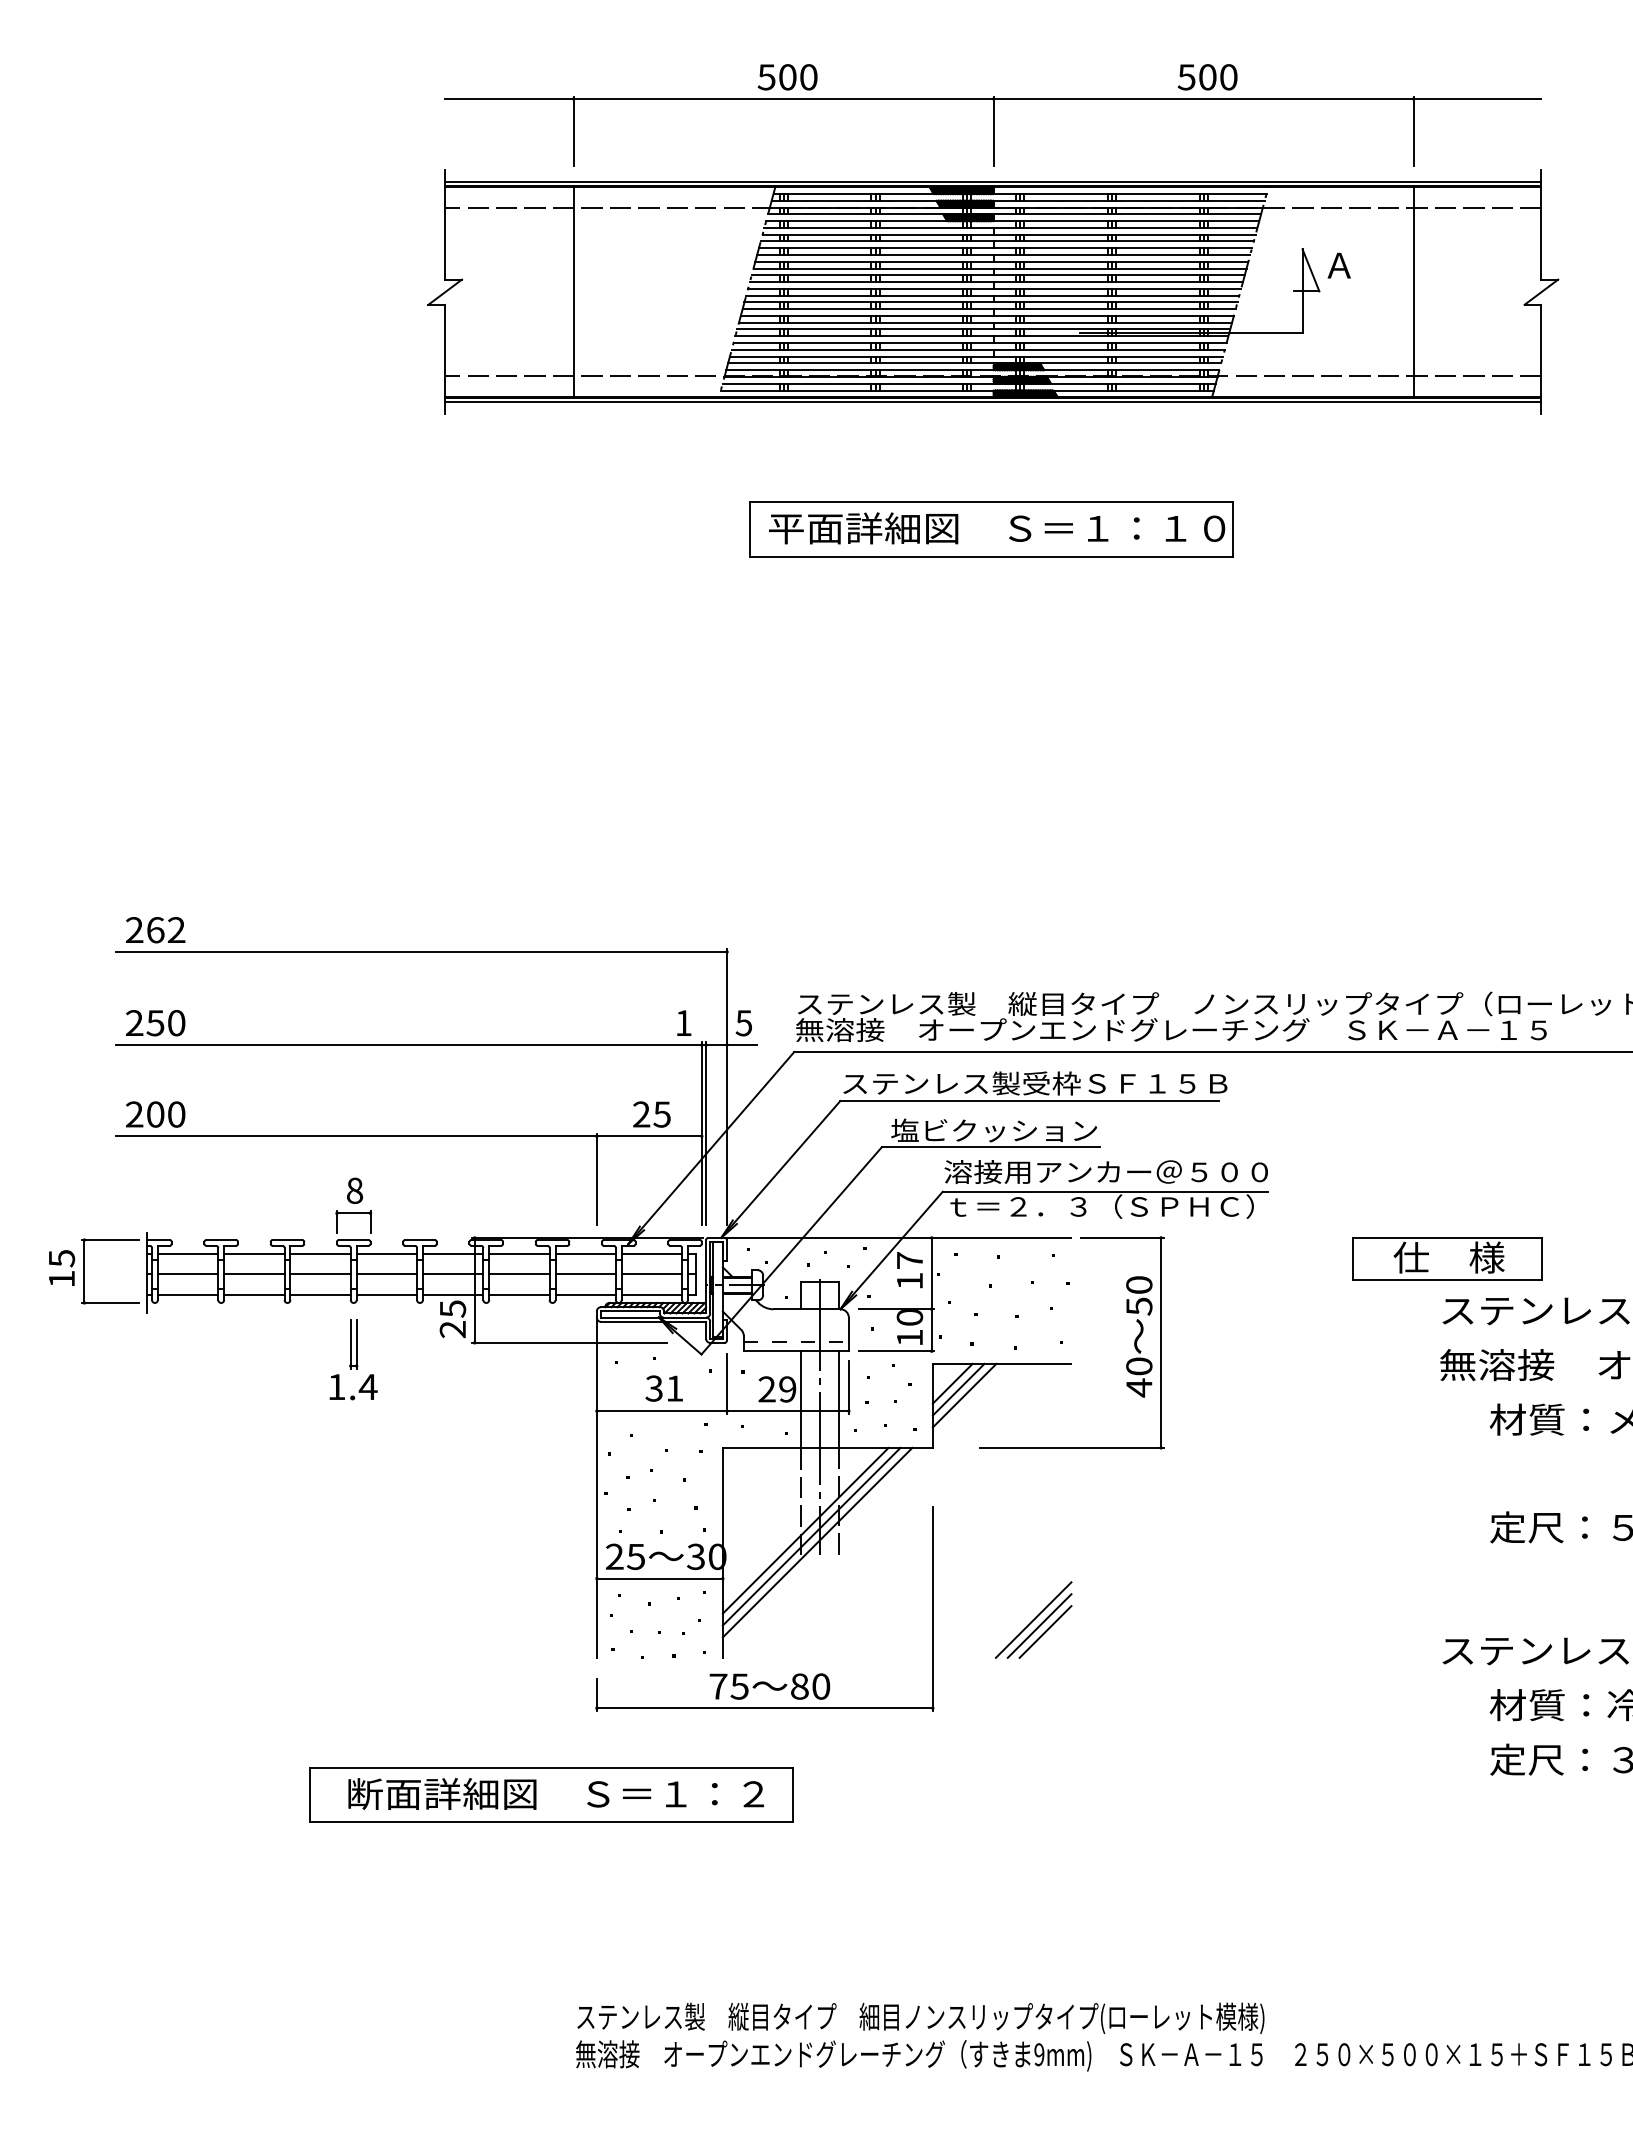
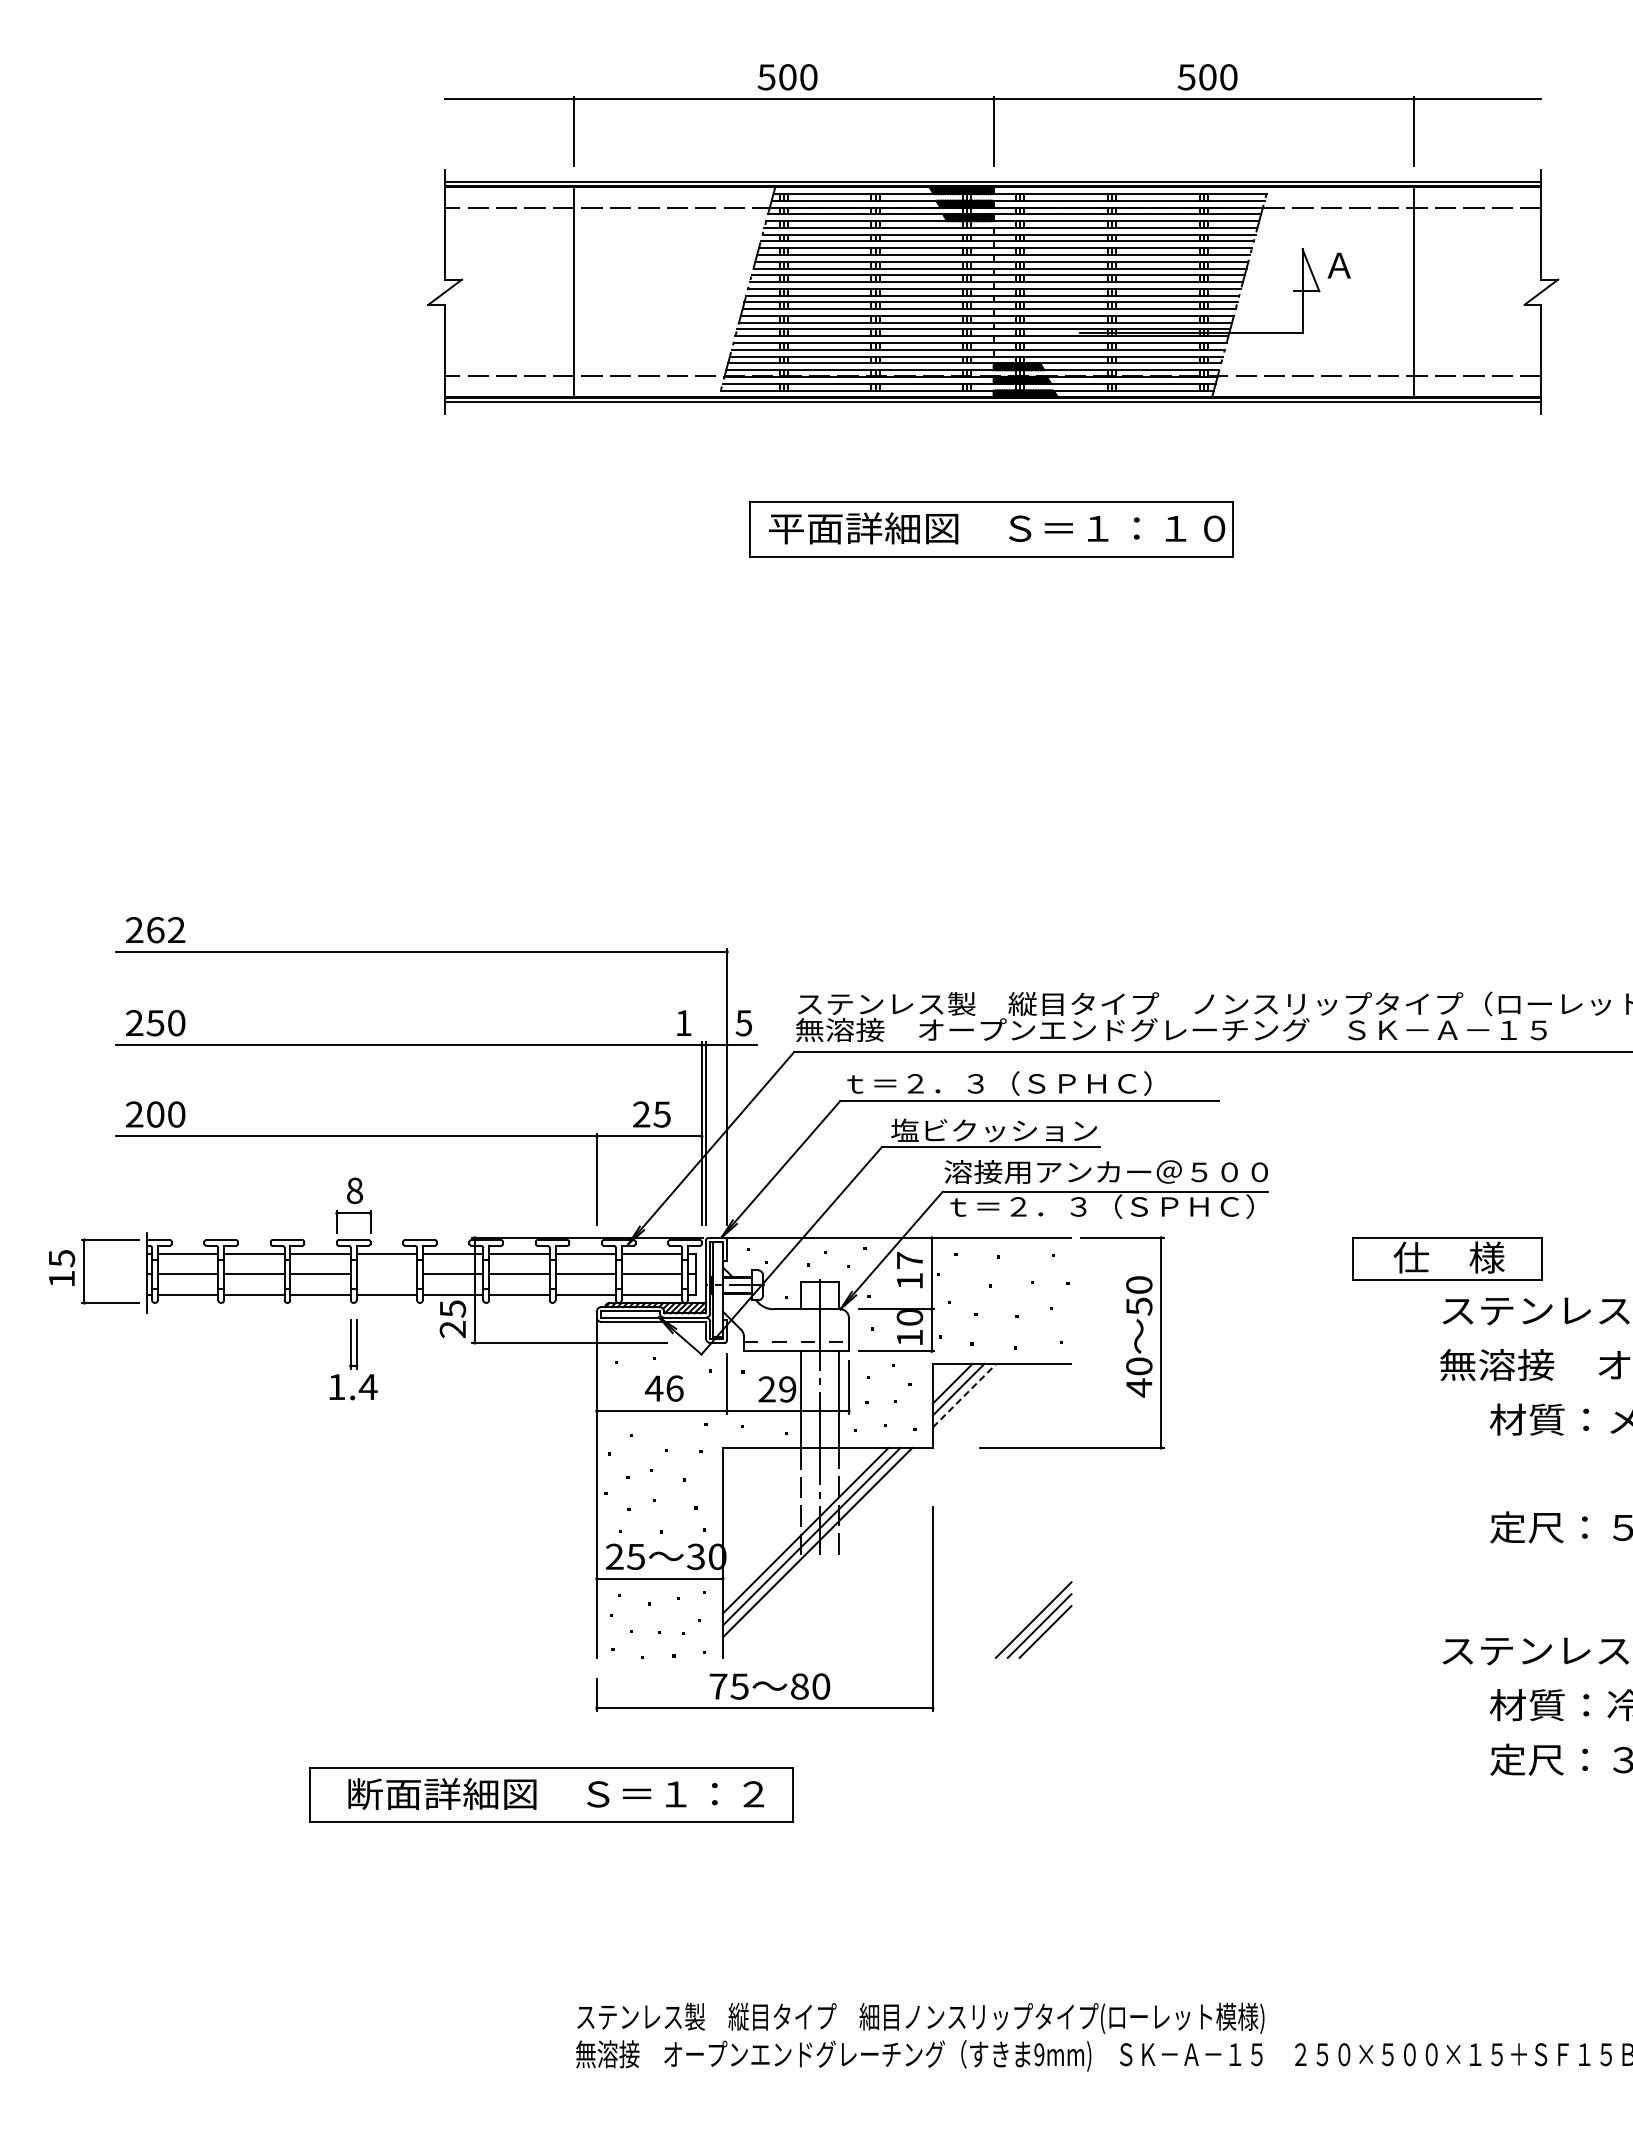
text at (1035, 1083): ステンレス製受枠ＳＦ１５Ｂ -> ｔ＝２．３（ＳＰＨＣ）
line at (386, 1274): present -> none
text at (663, 1388): 31 -> 46
line at (964, 1395): solid -> dashed
